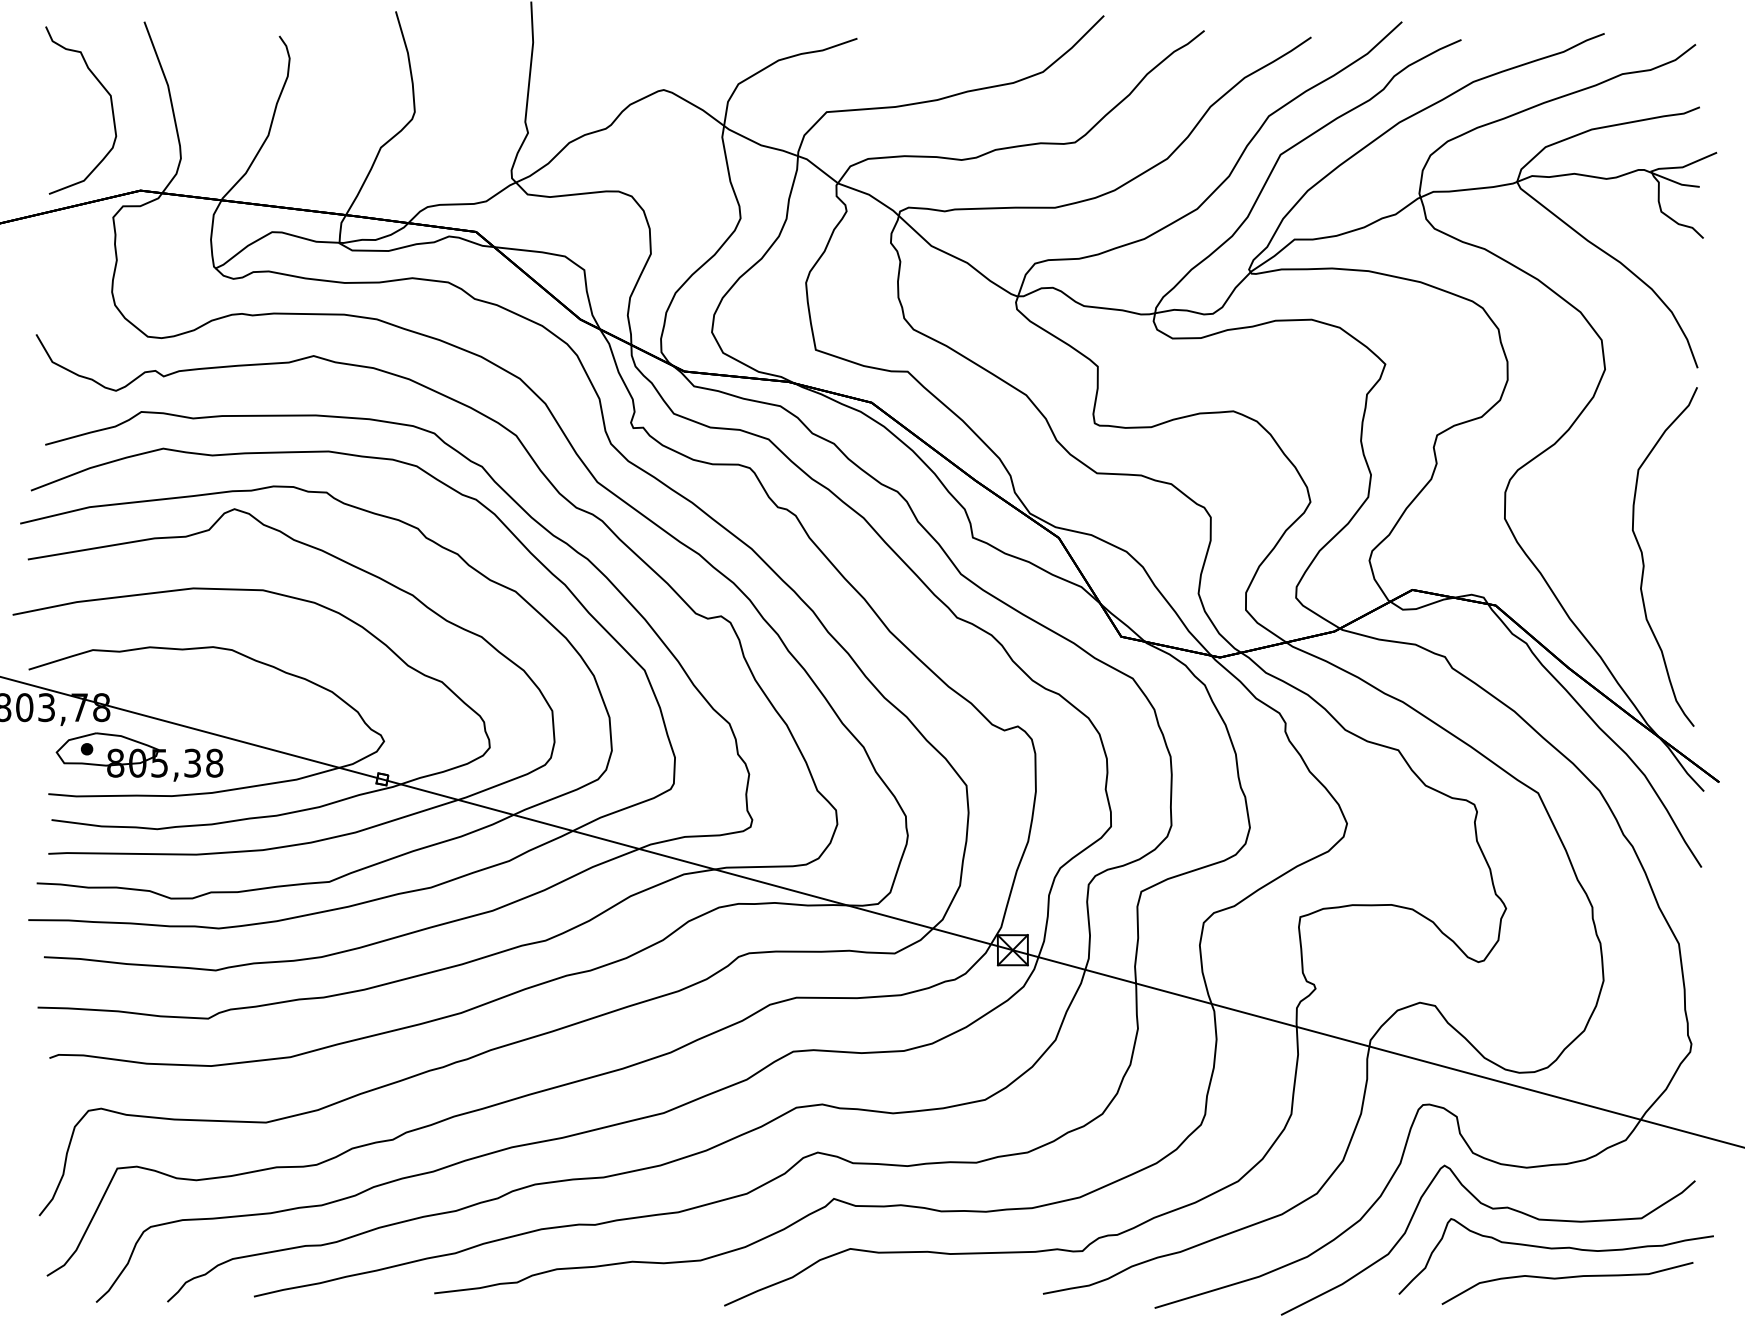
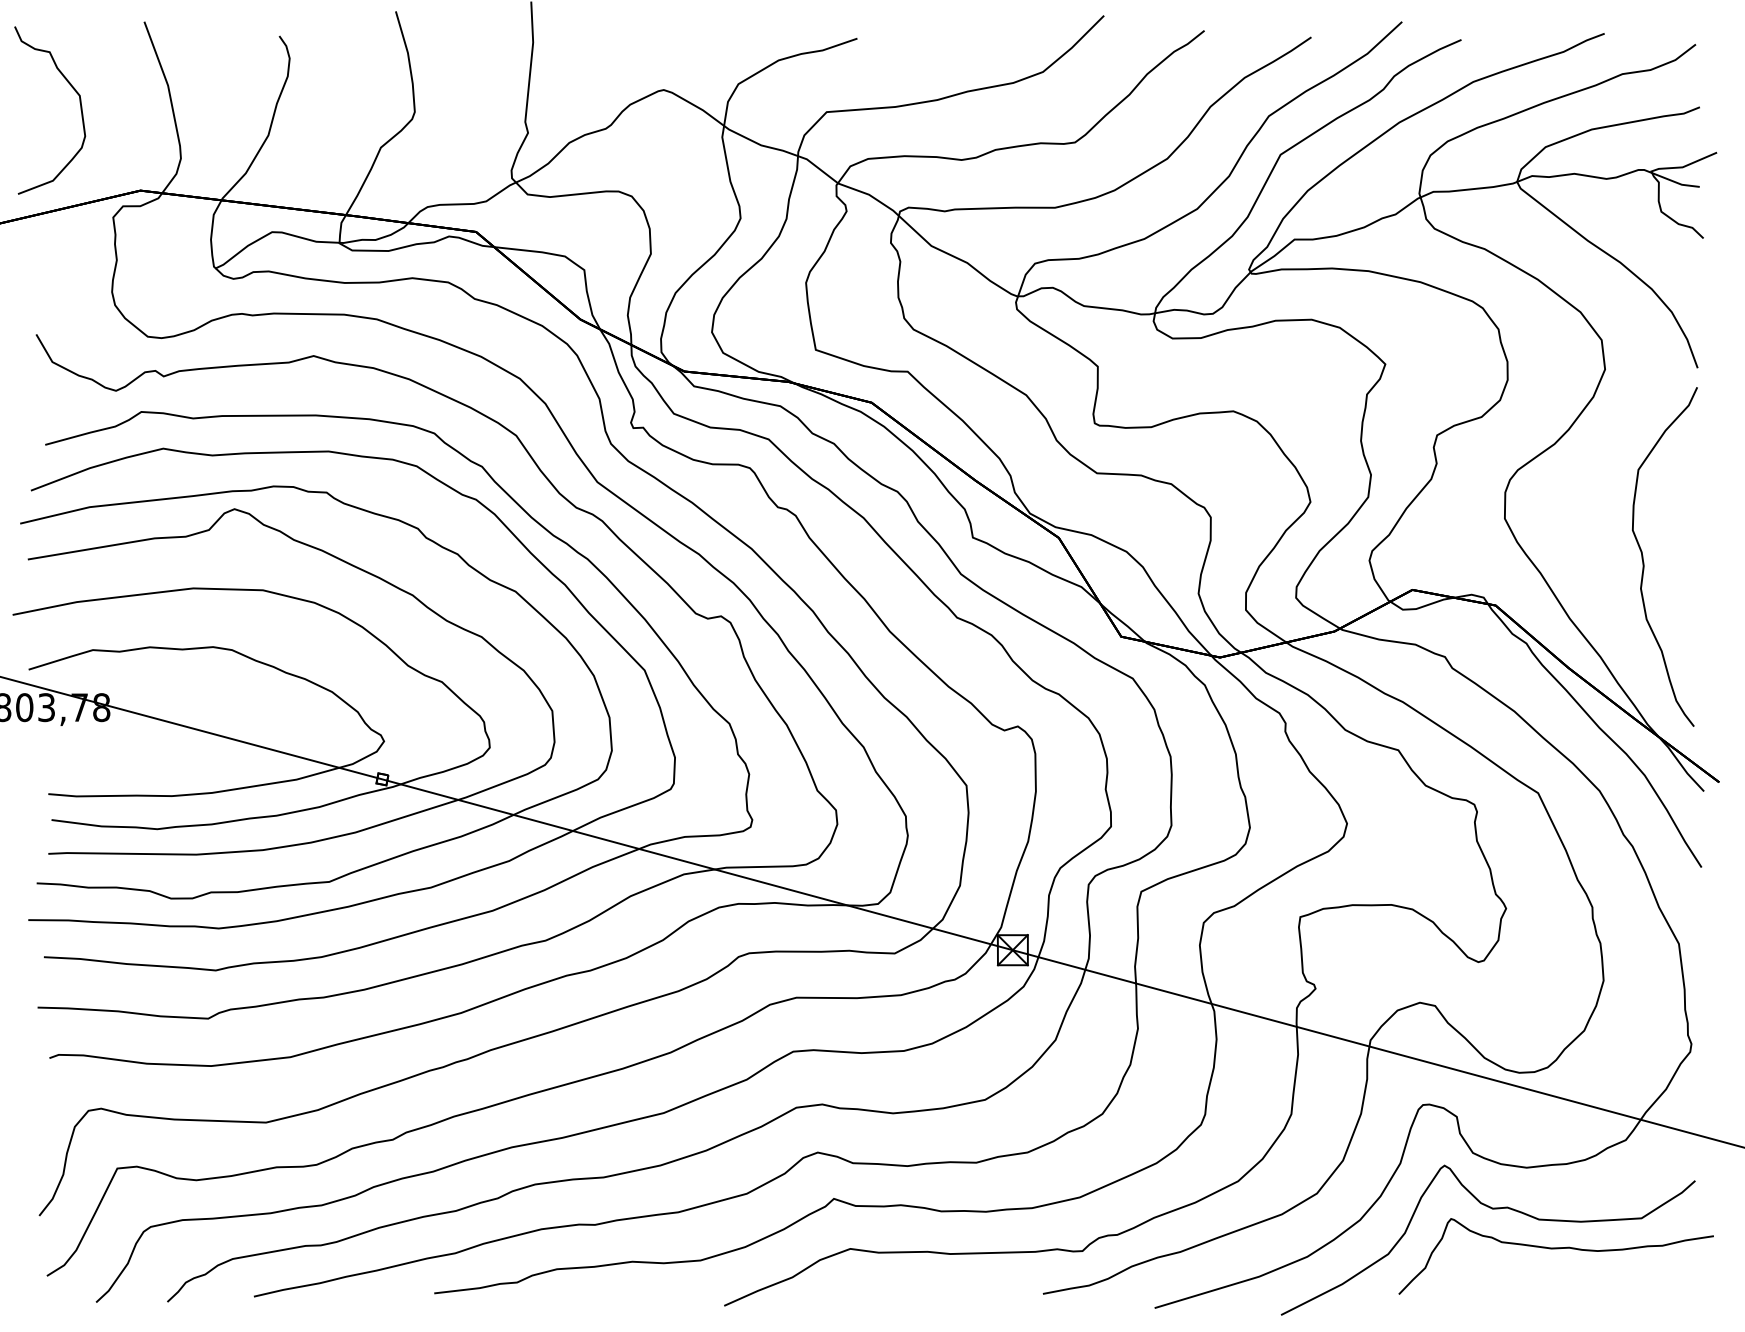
curve at (111, 110) position: (111, 110) -> (80, 110)
part at (139, 756): present -> none
curve at (1567, 1278): present -> none
